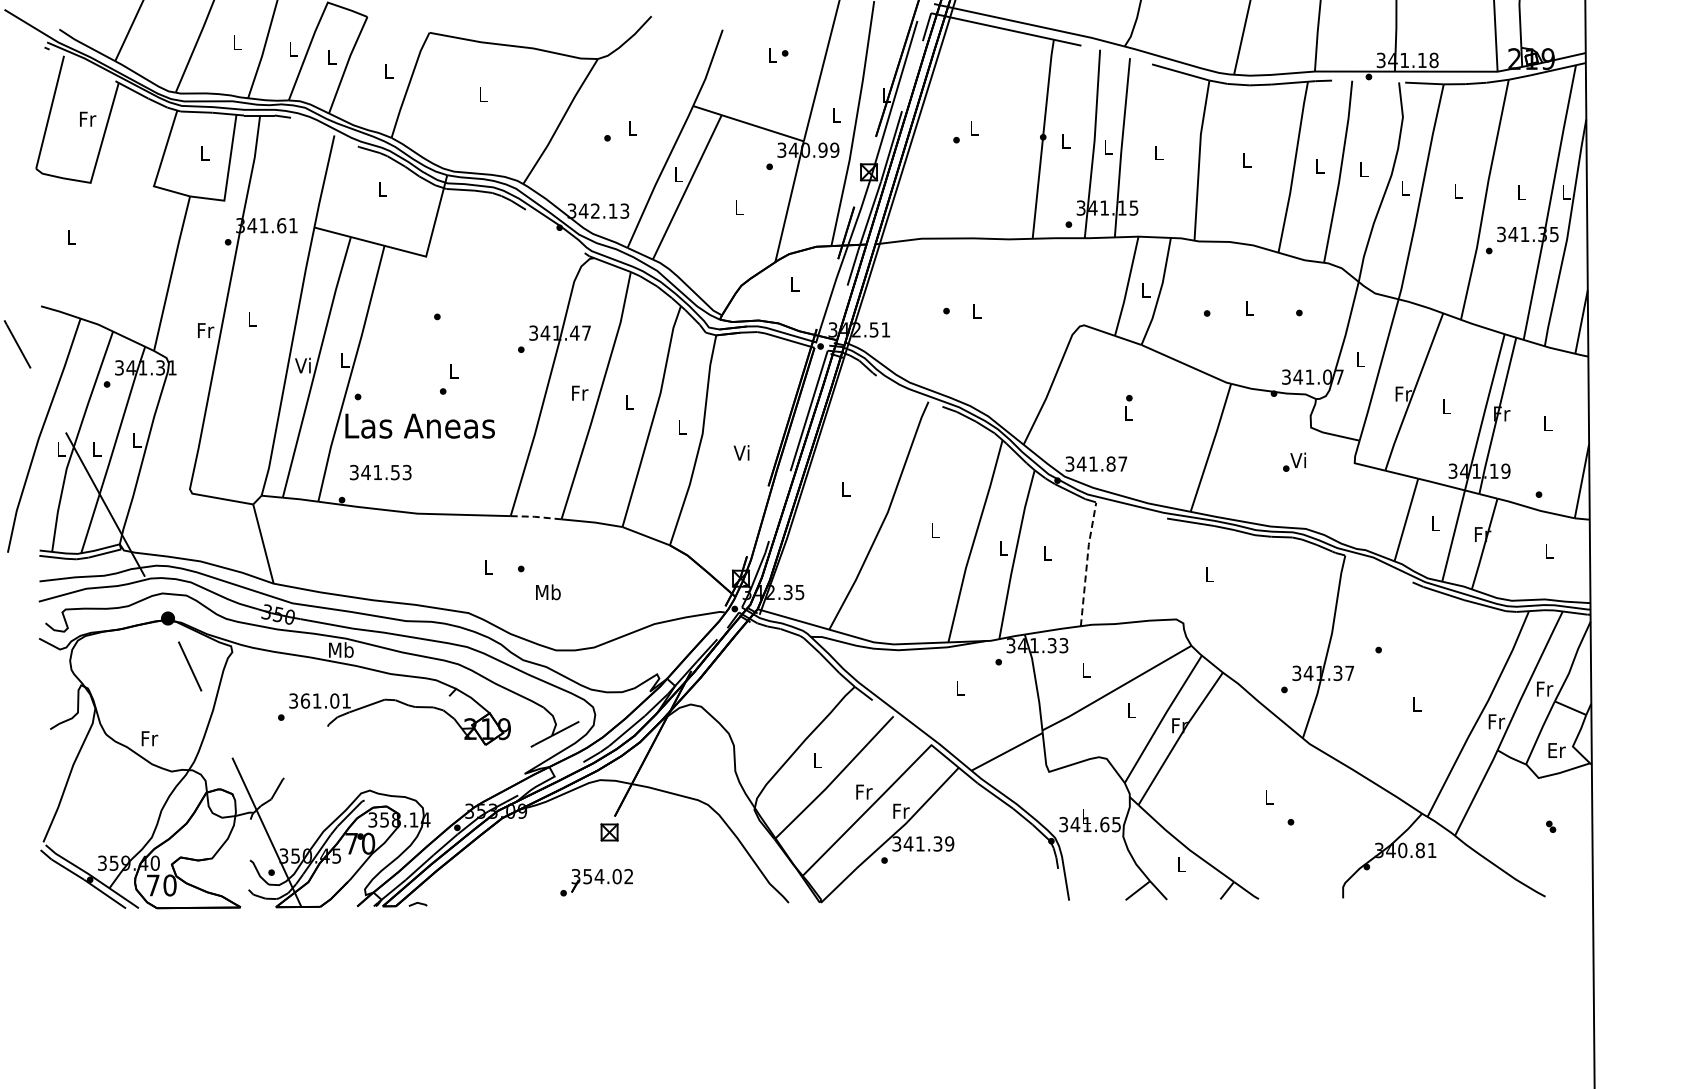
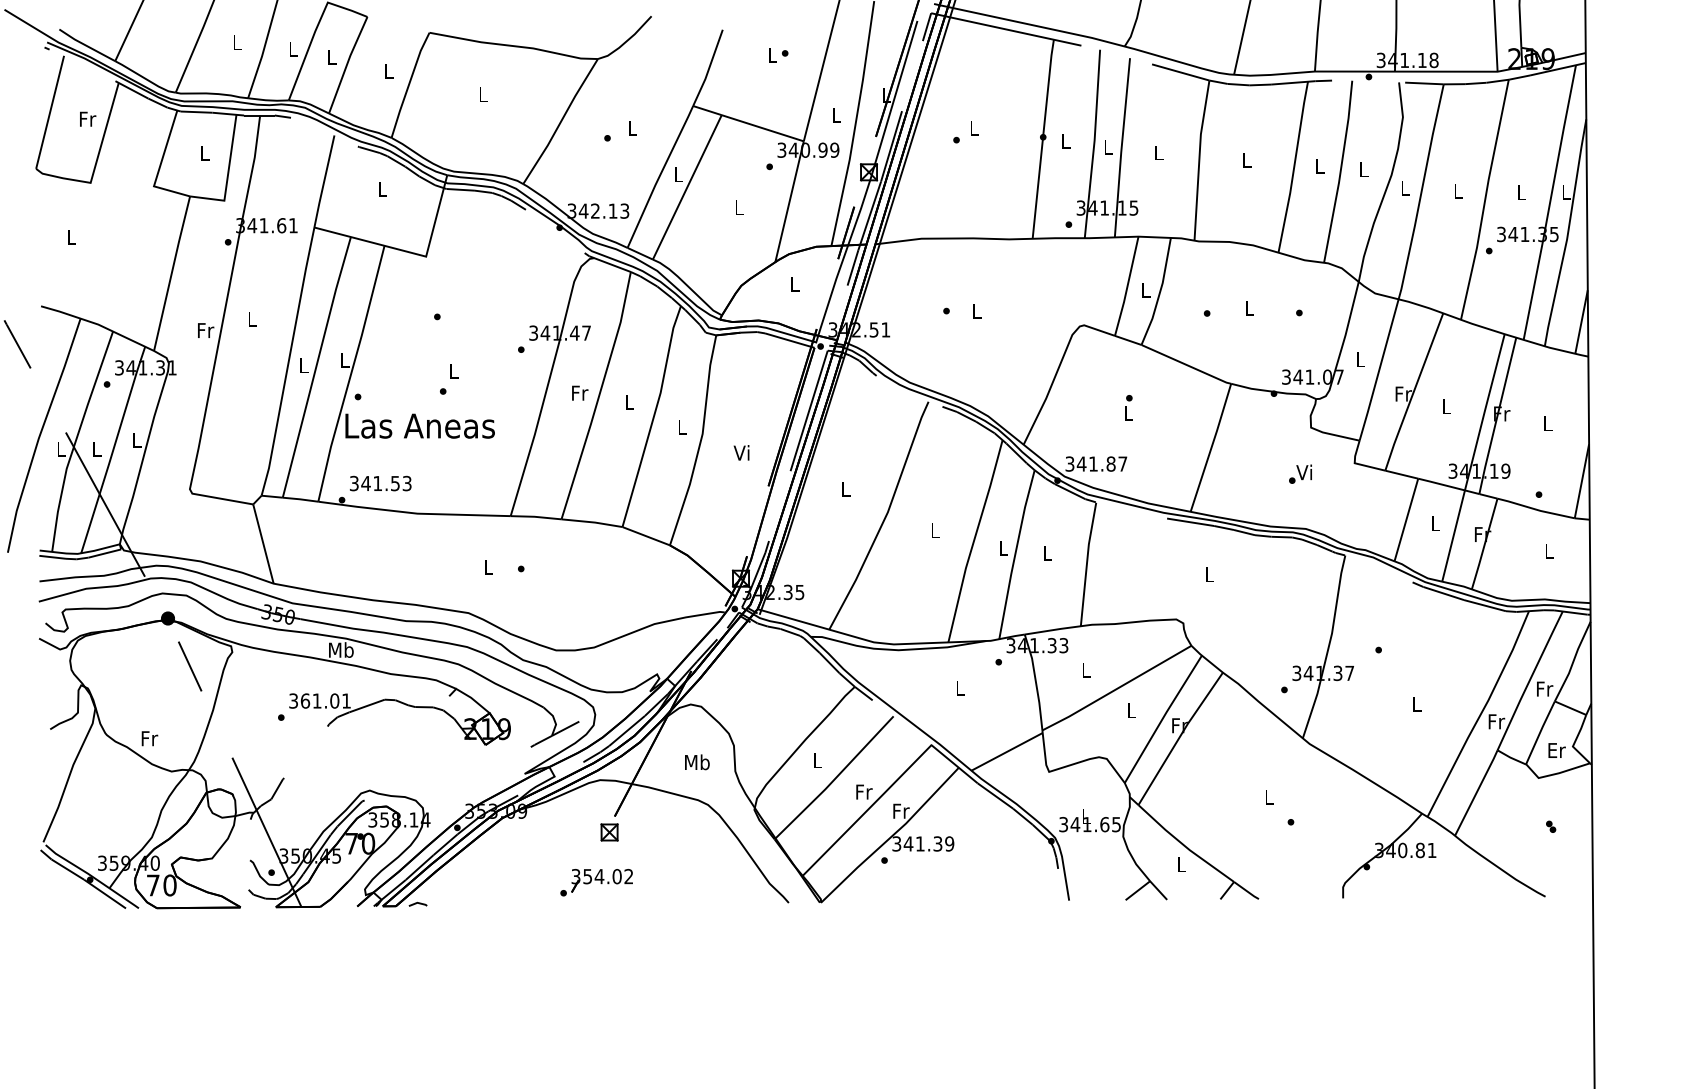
text at (302, 365): Vi -> L
text at (1294, 461) position: (1294, 461) -> (1300, 473)
text at (380, 472) position: (380, 472) -> (380, 483)
line at (536, 516): dashed -> solid
line at (1087, 563): dashed -> solid
text at (548, 592) position: (548, 592) -> (697, 762)
